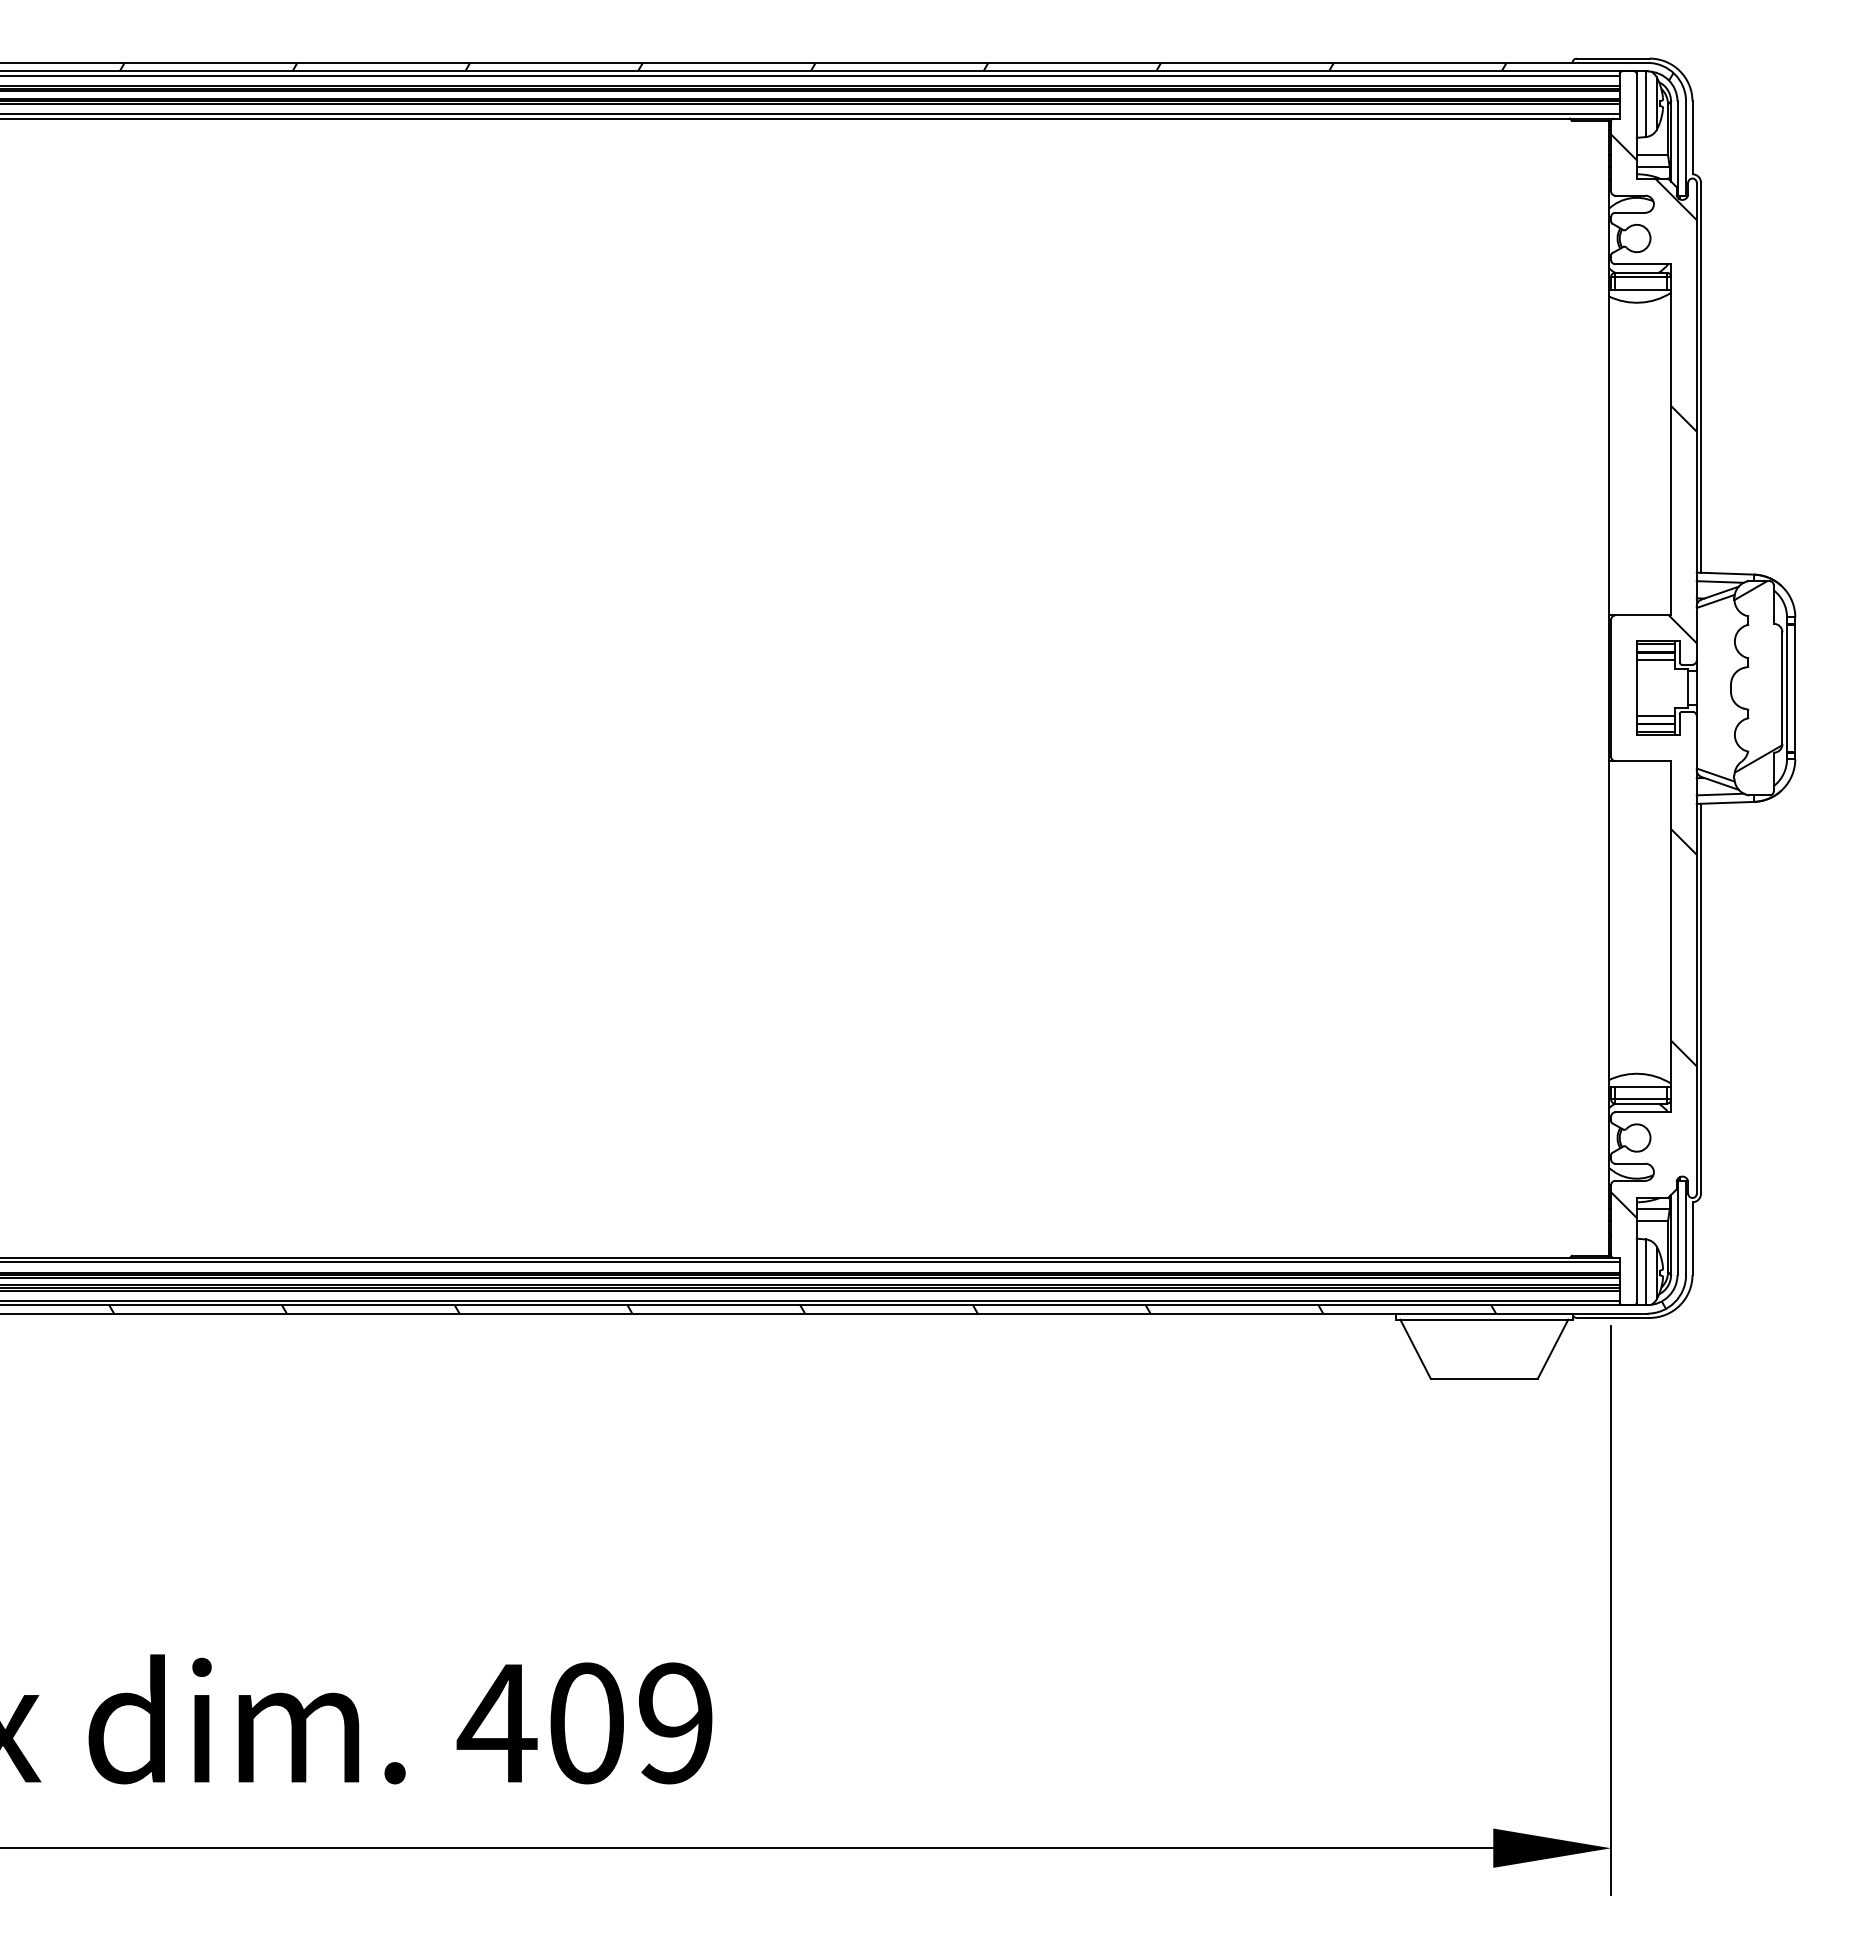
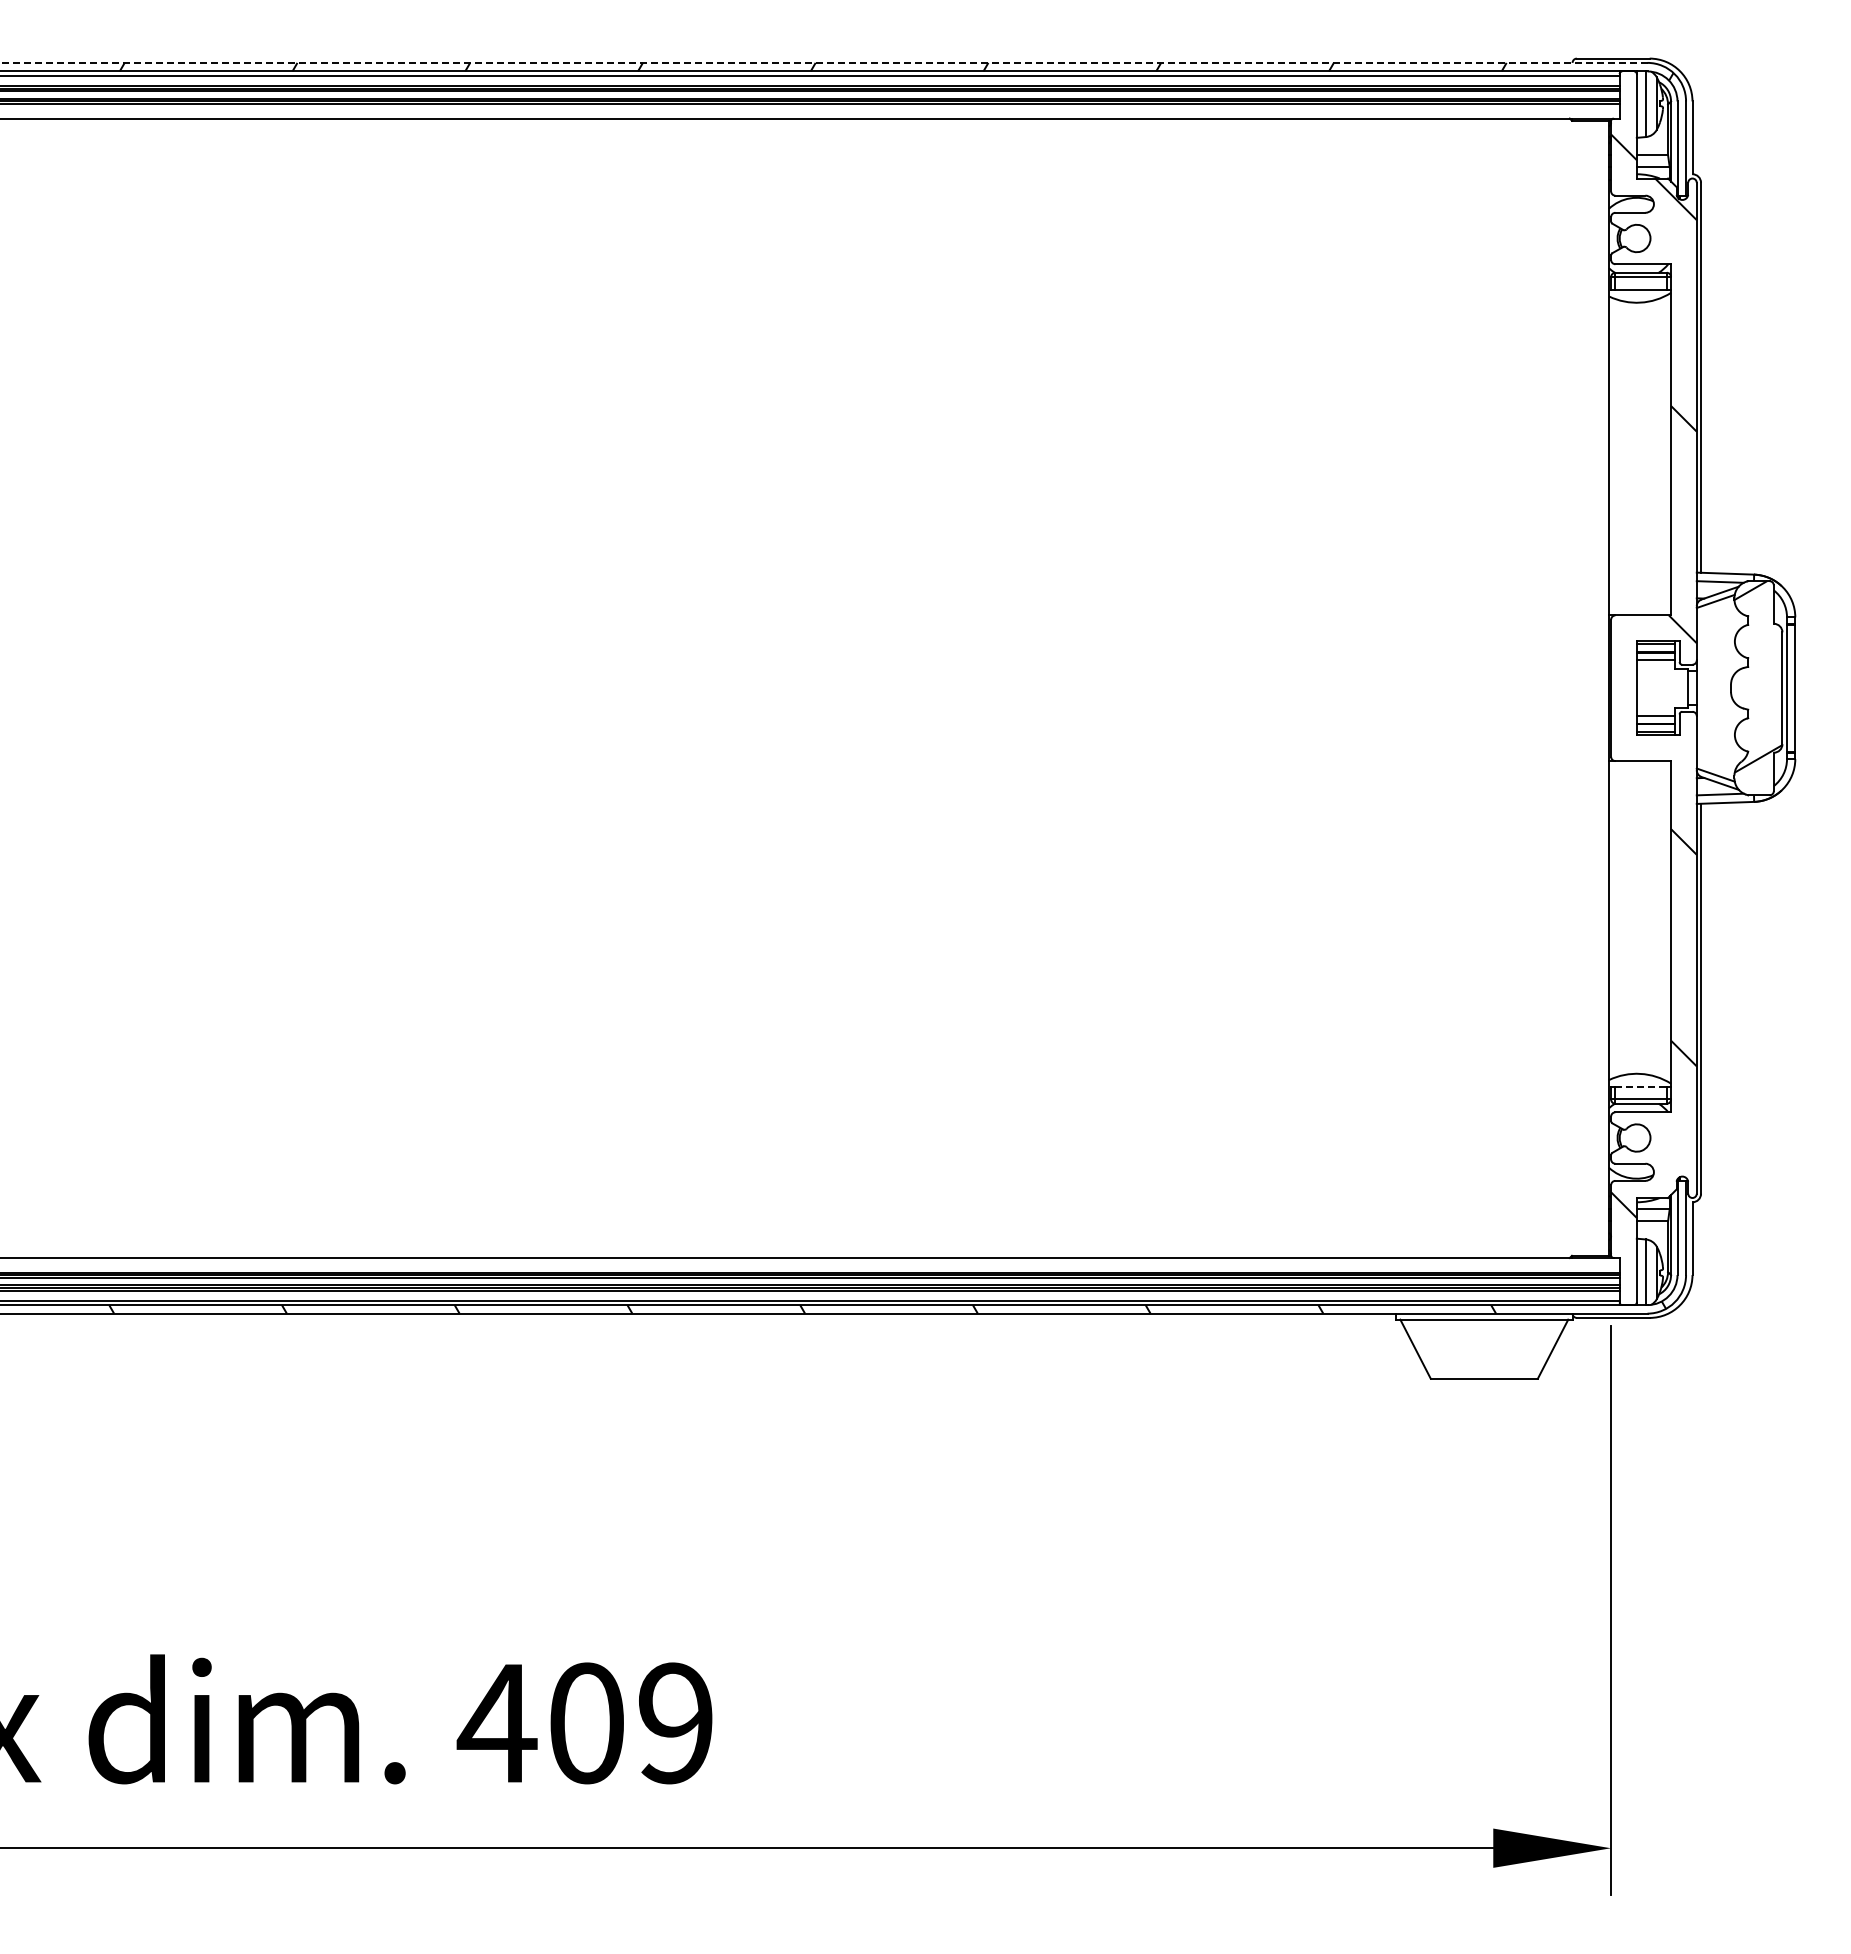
line at (823, 62): solid -> dashed
line at (810, 114): present -> none
line at (1641, 1086): solid -> dashed
line at (810, 1262): present -> none
